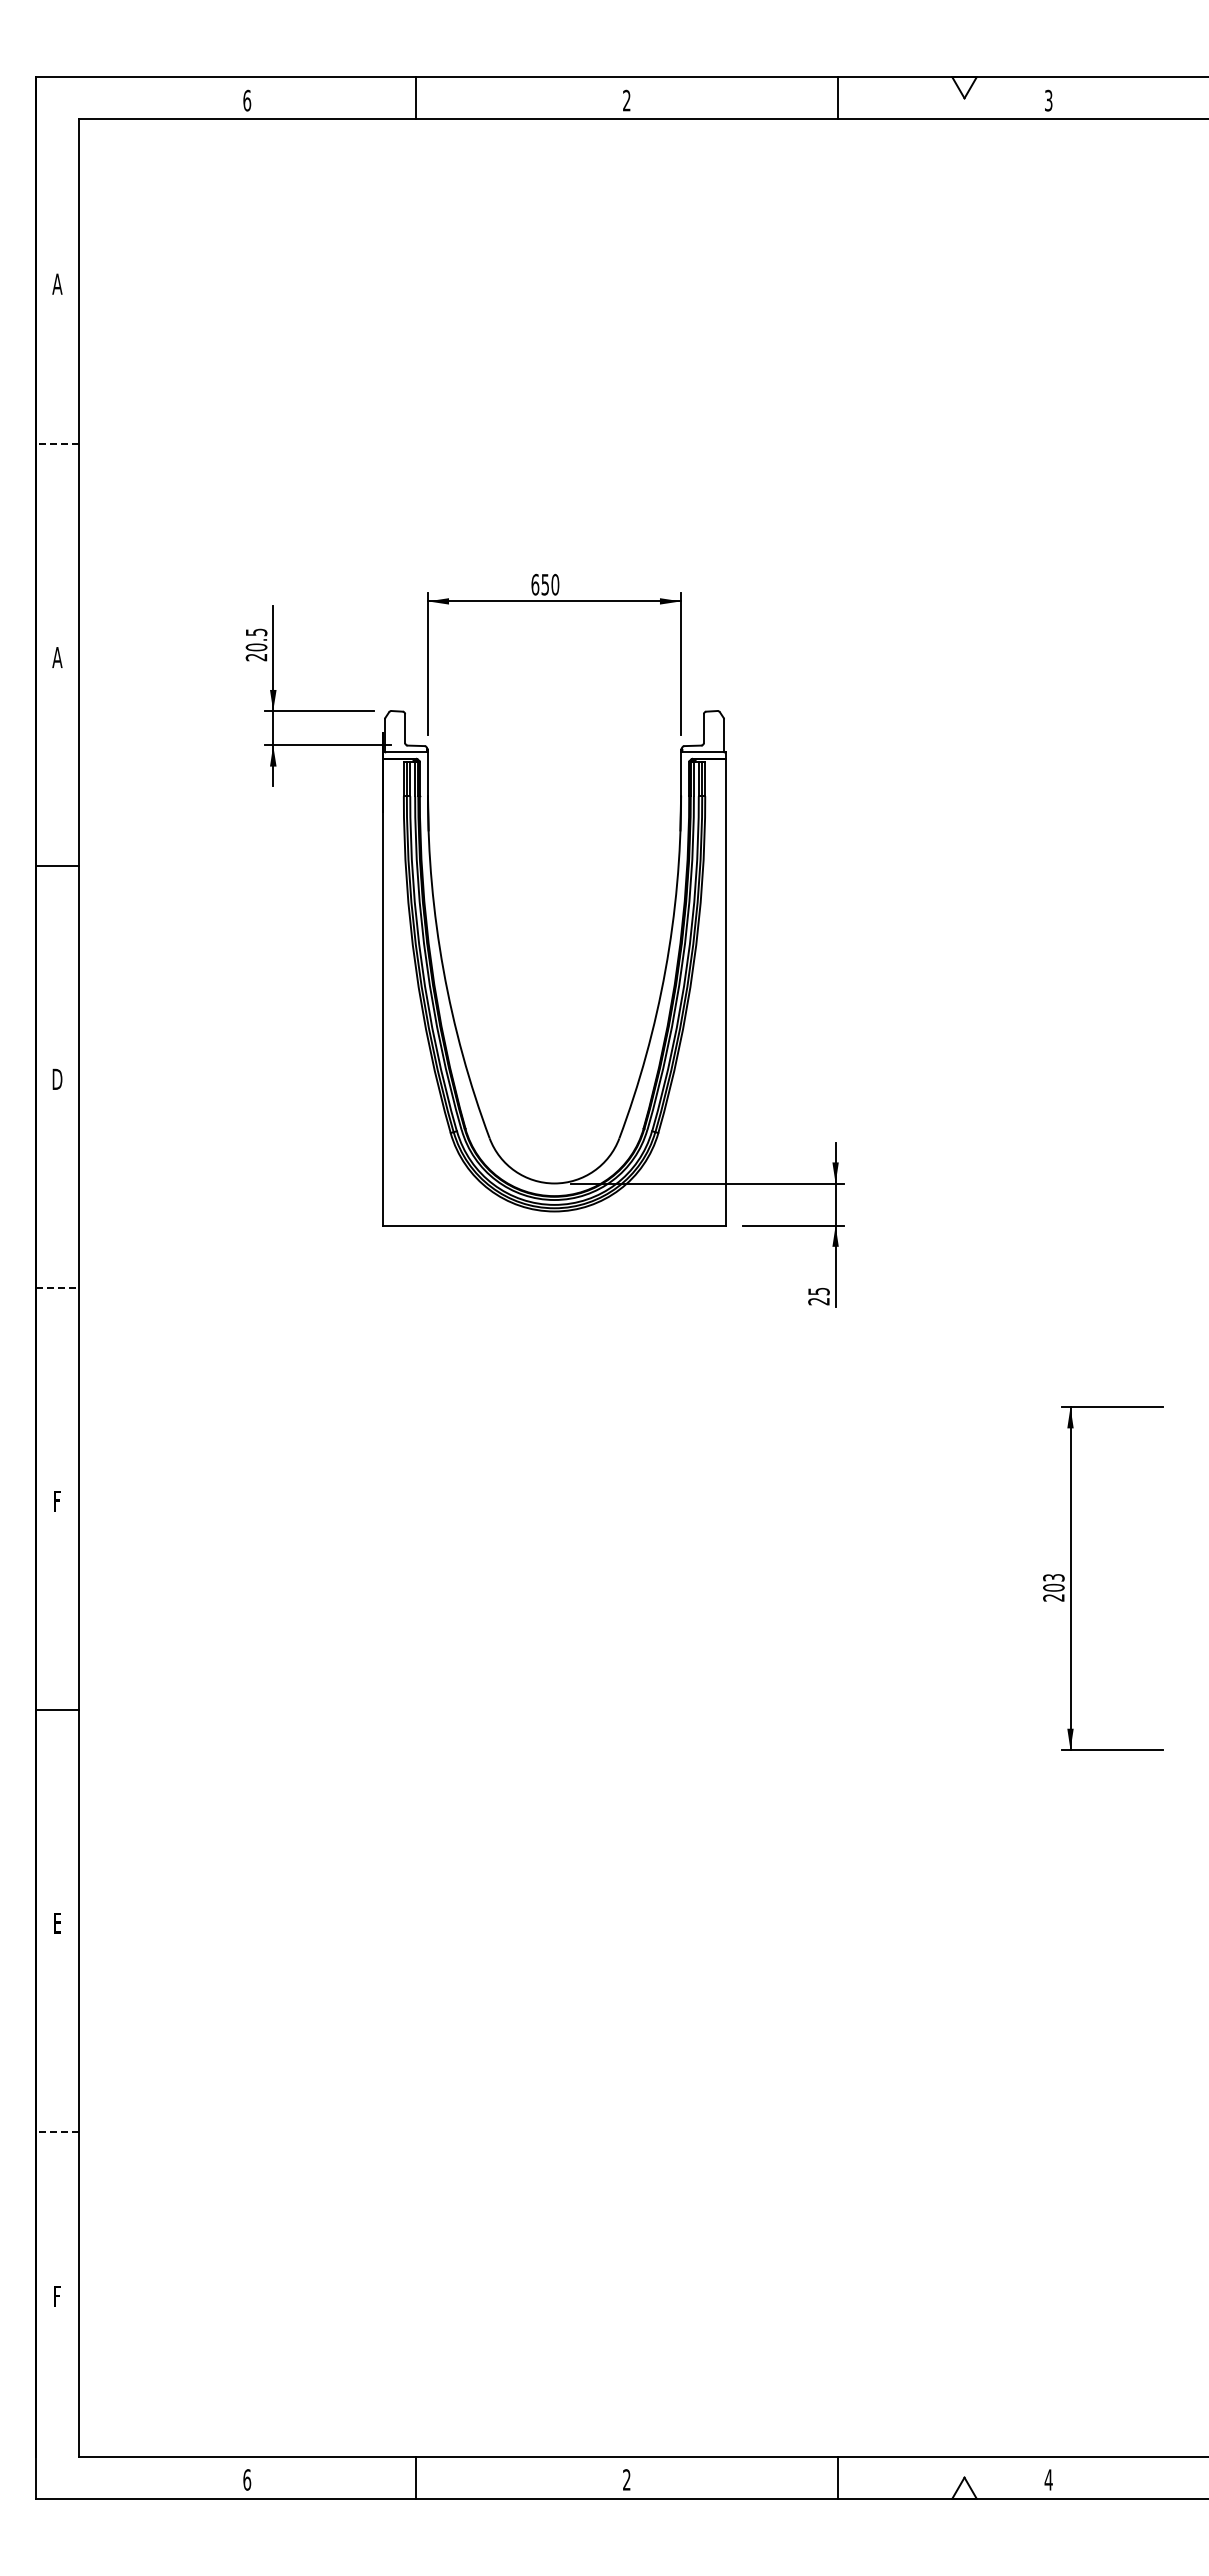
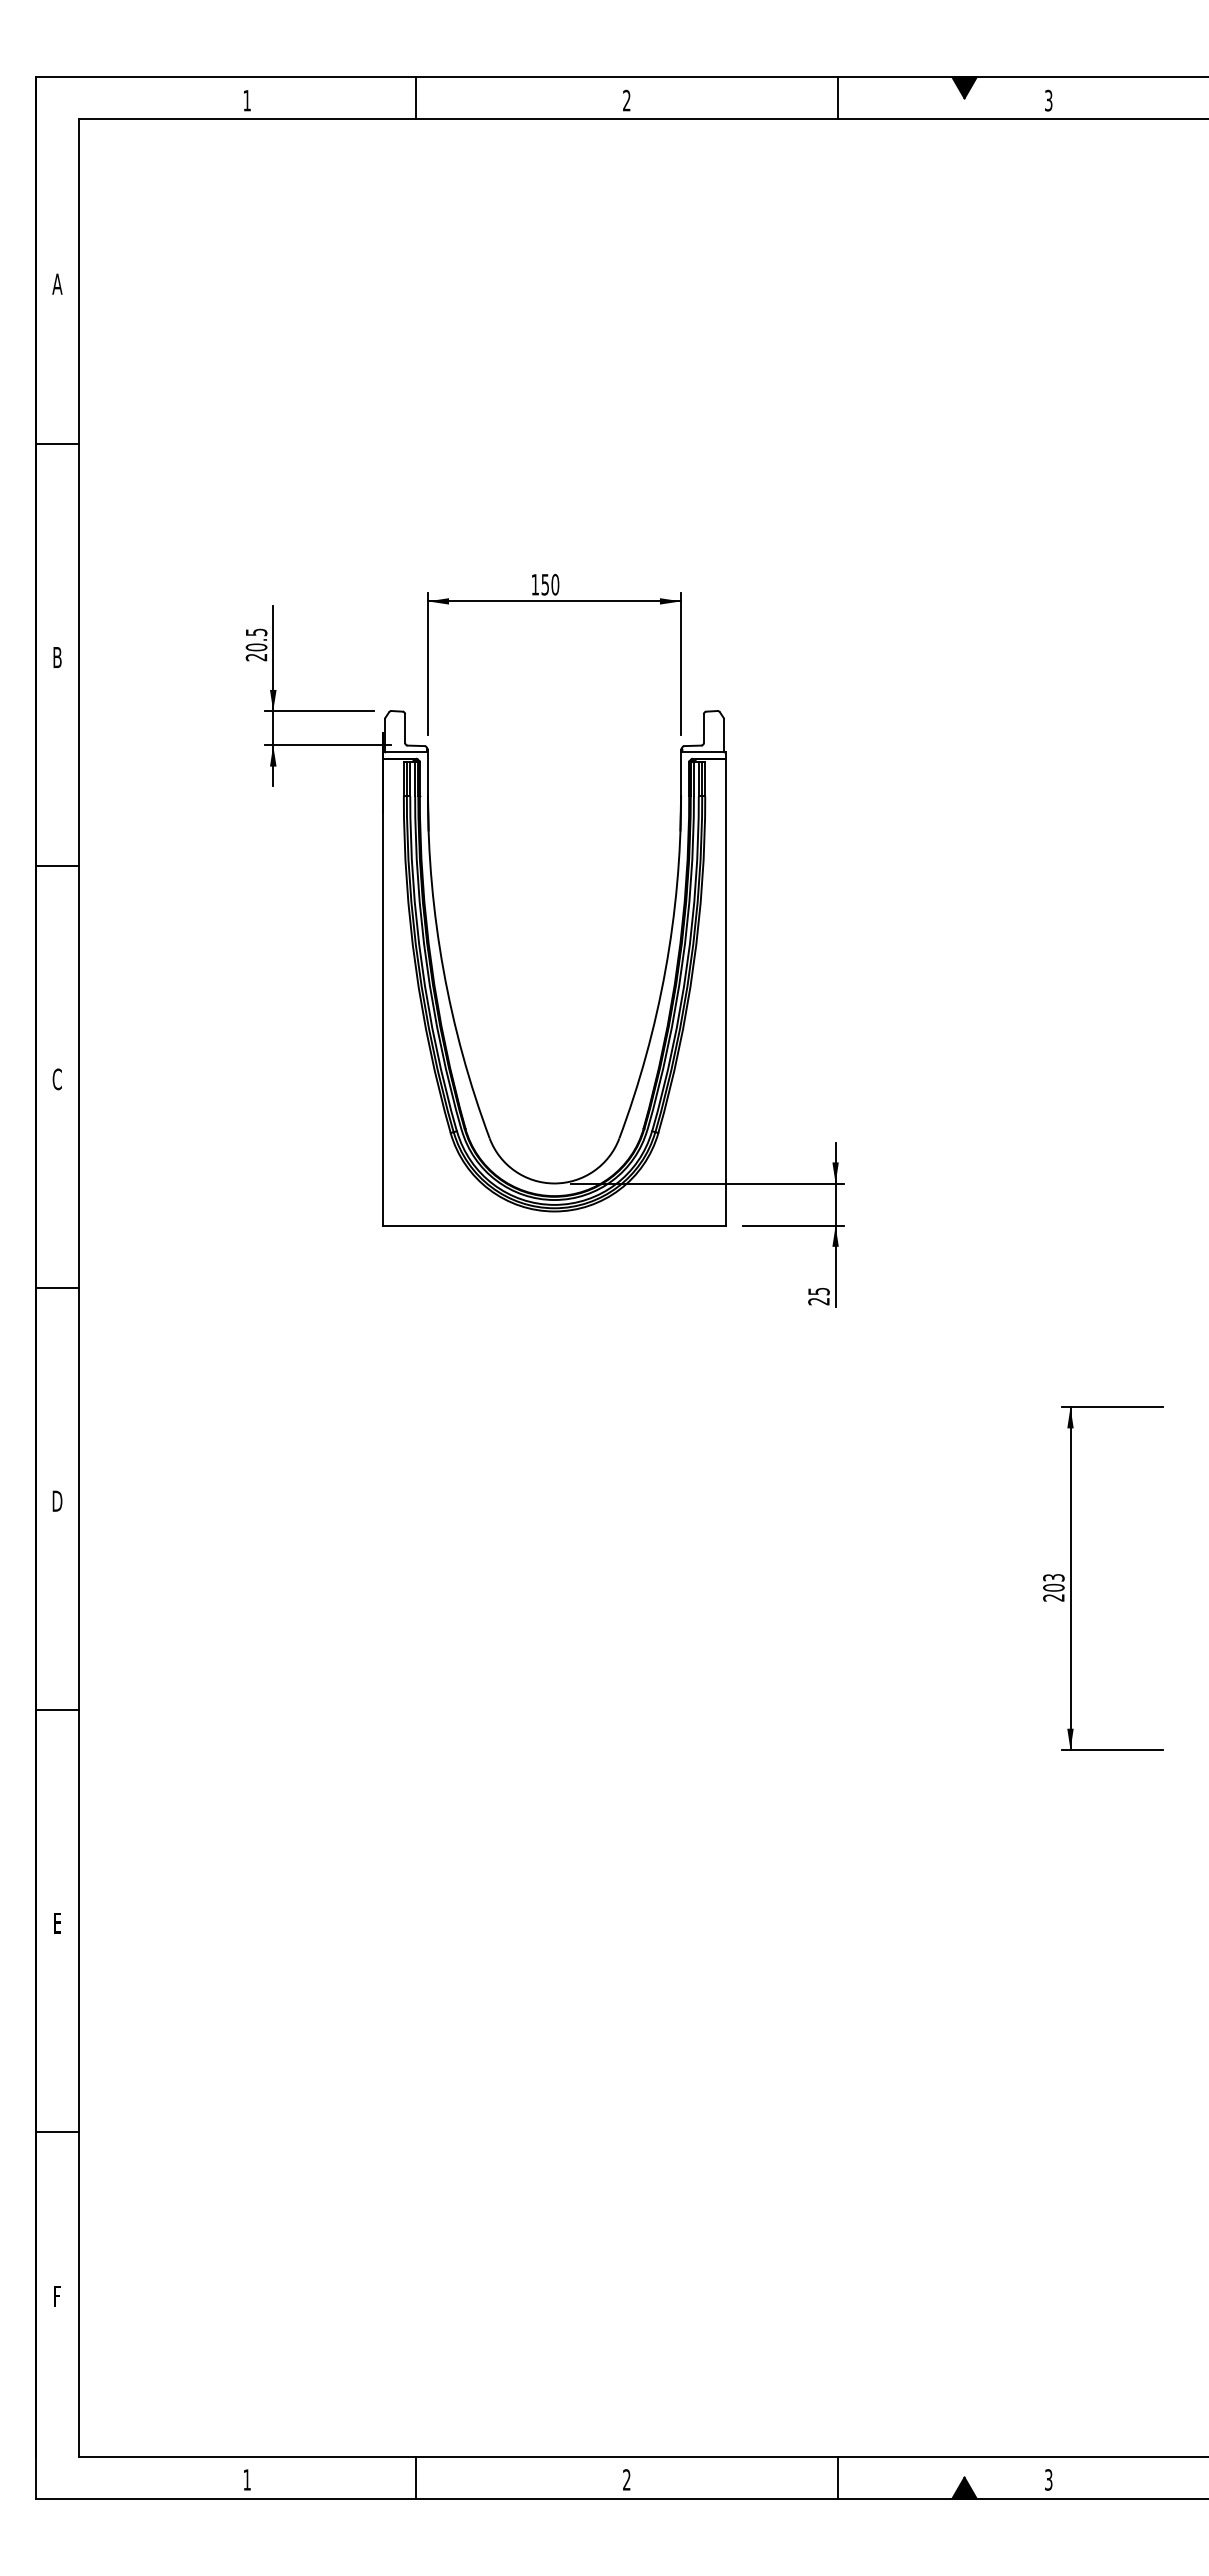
fill at (964, 87): none -> present
text at (247, 100): 6 -> 1
line at (57, 444): dashed -> solid
text at (535, 584): 650 -> 150
text at (57, 657): A -> B
text at (57, 1079): D -> C
line at (58, 1288): dashed -> solid
text at (57, 1500): F -> D
line at (57, 2131): dashed -> solid
text at (247, 2479): 6 -> 1
text at (1048, 2479): 4 -> 3
fill at (964, 2487): none -> present
